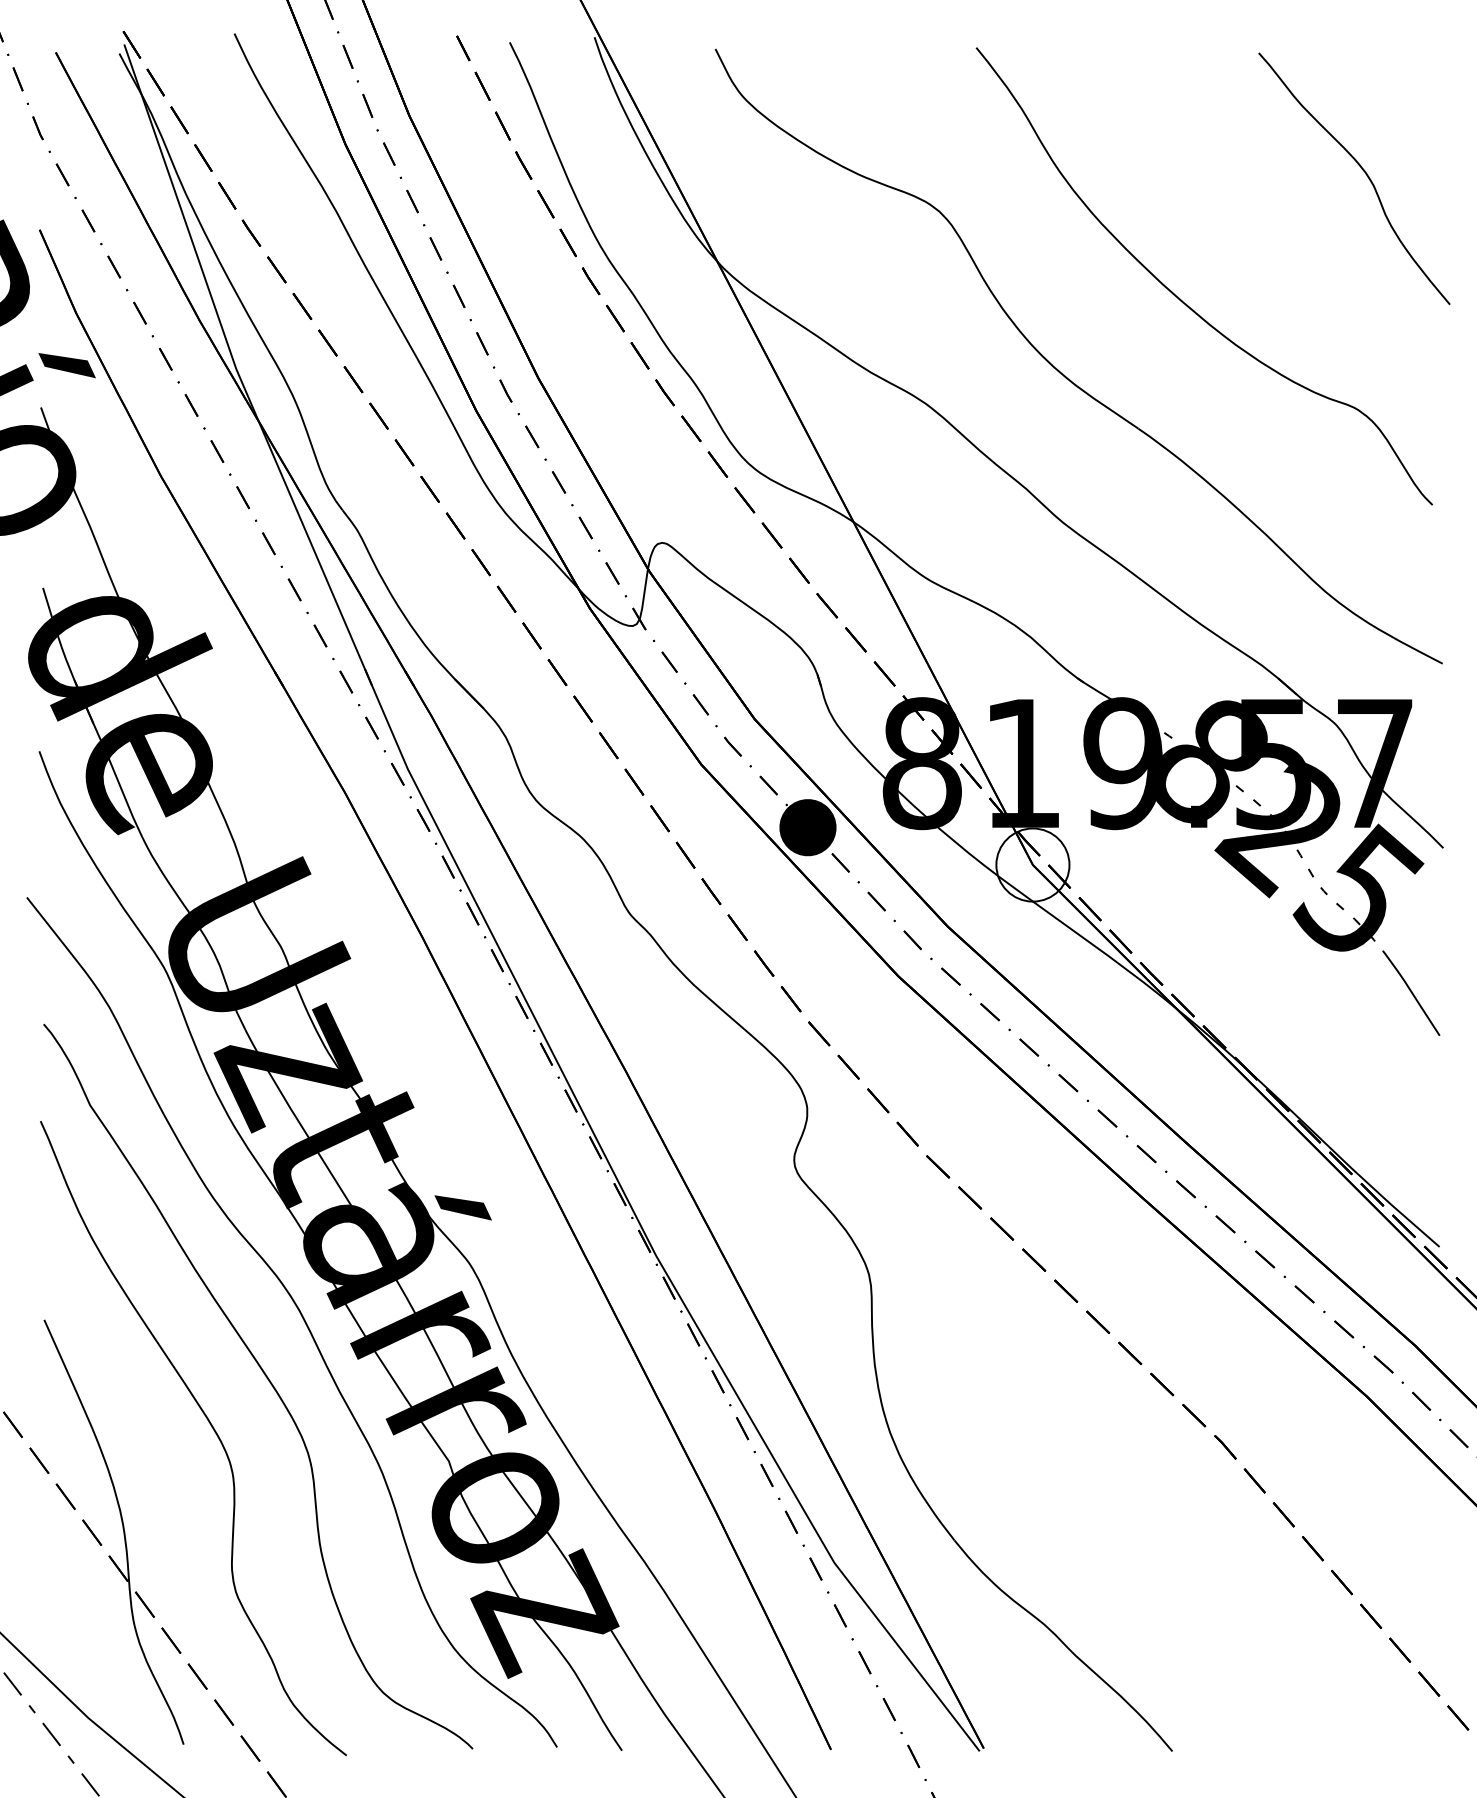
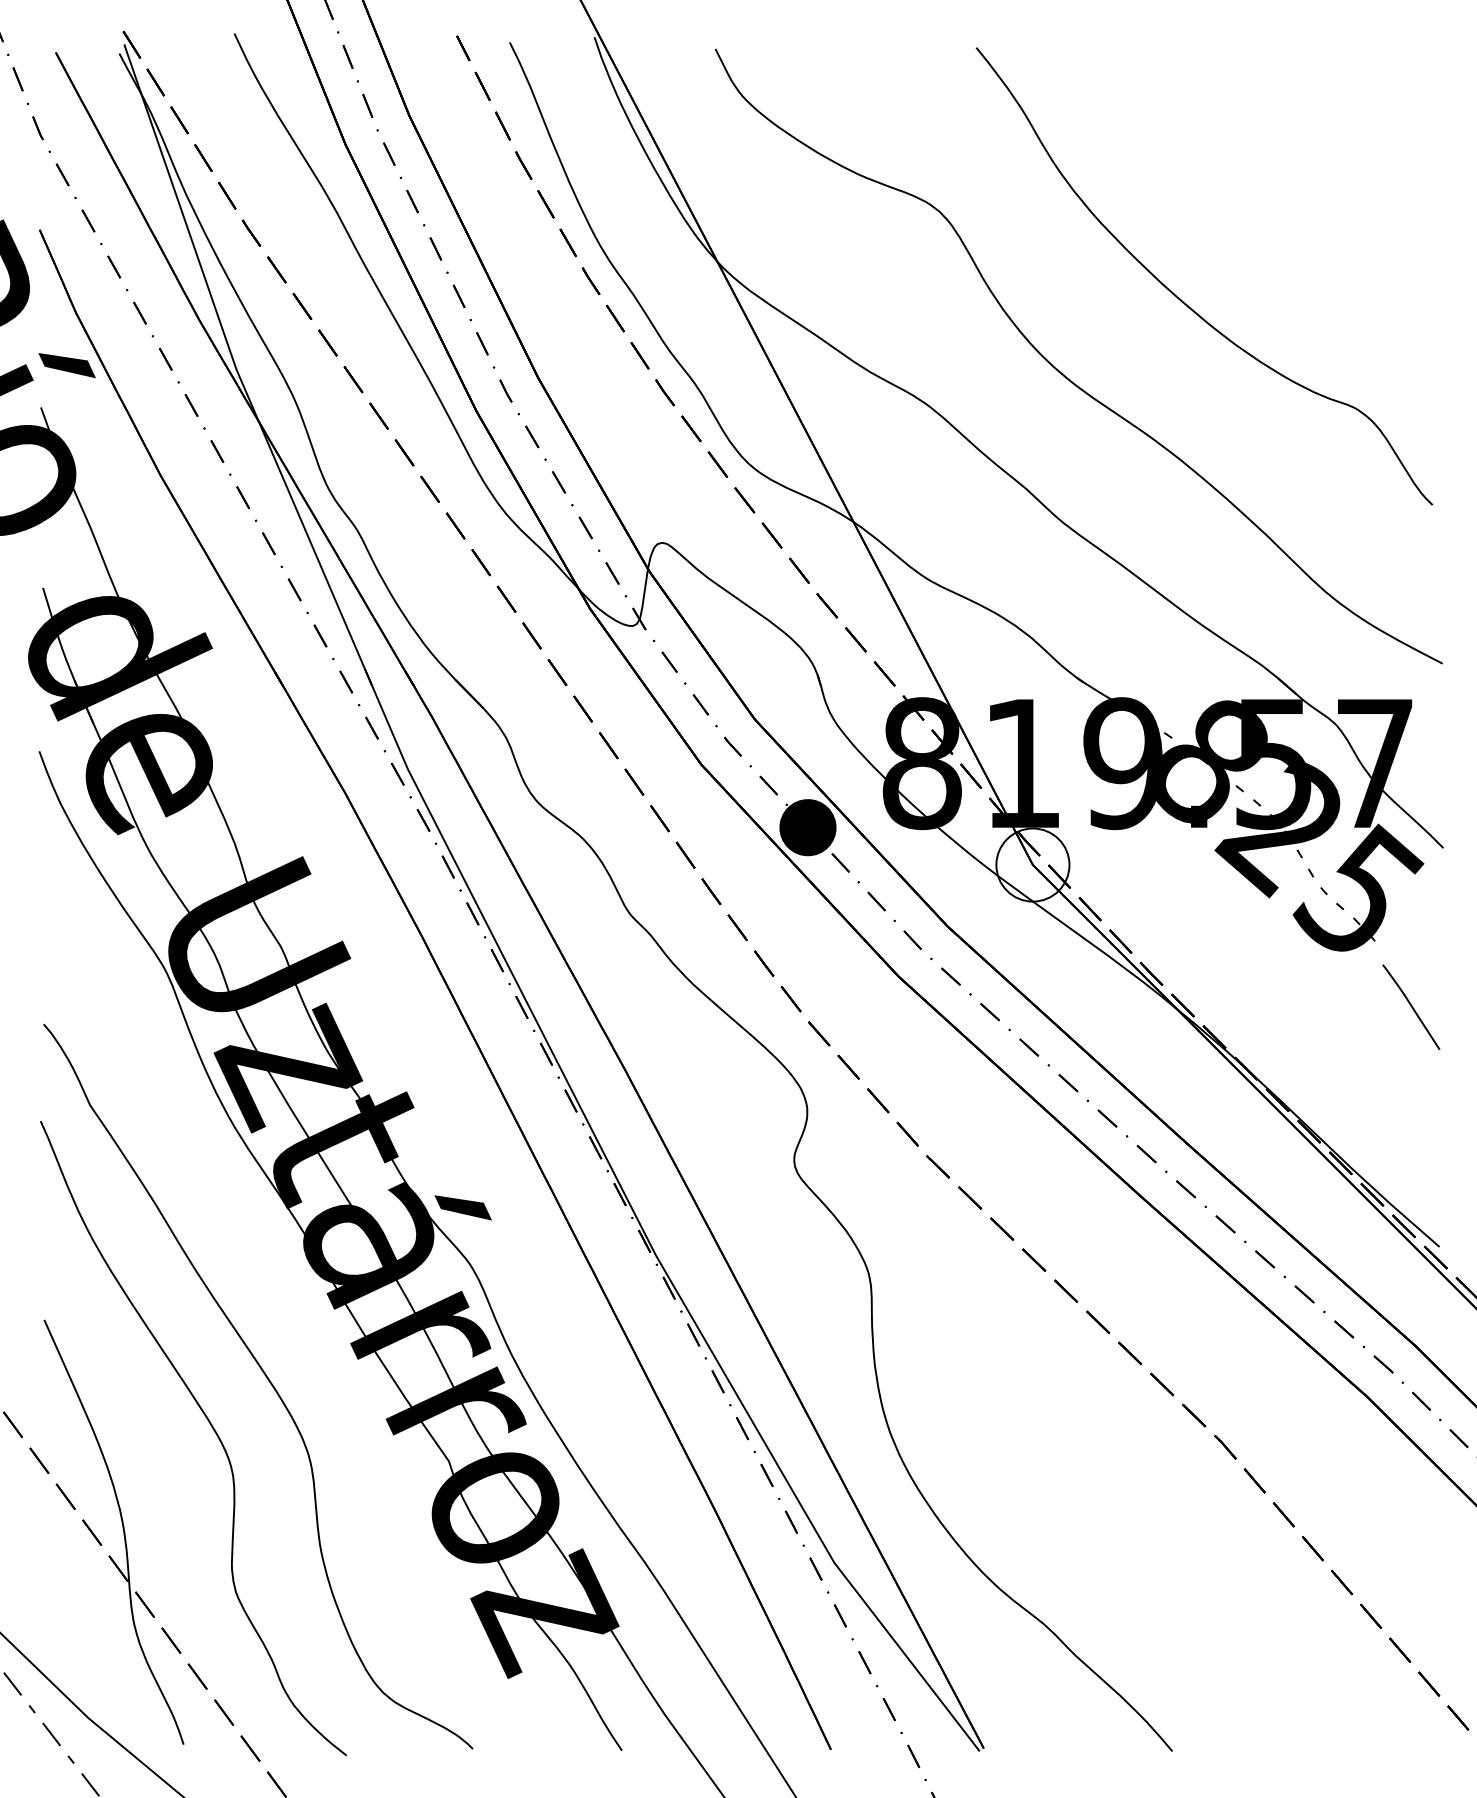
curve at (1362, 170): present -> none
curve at (1411, 992) position: (1411, 992) -> (1411, 1006)
curve at (301, 1316): present -> none
